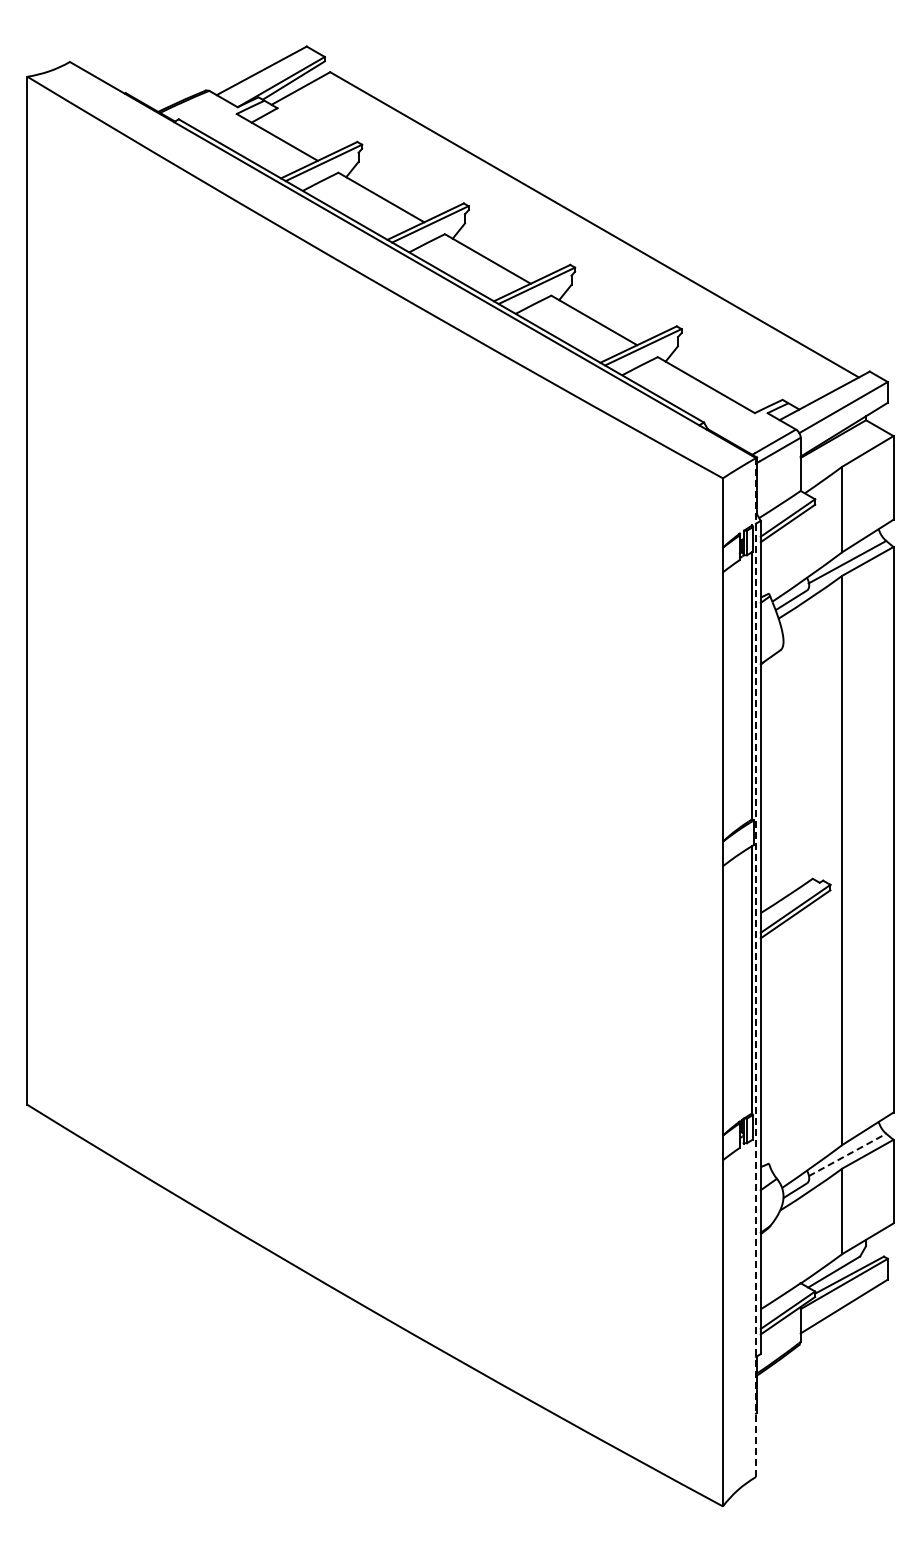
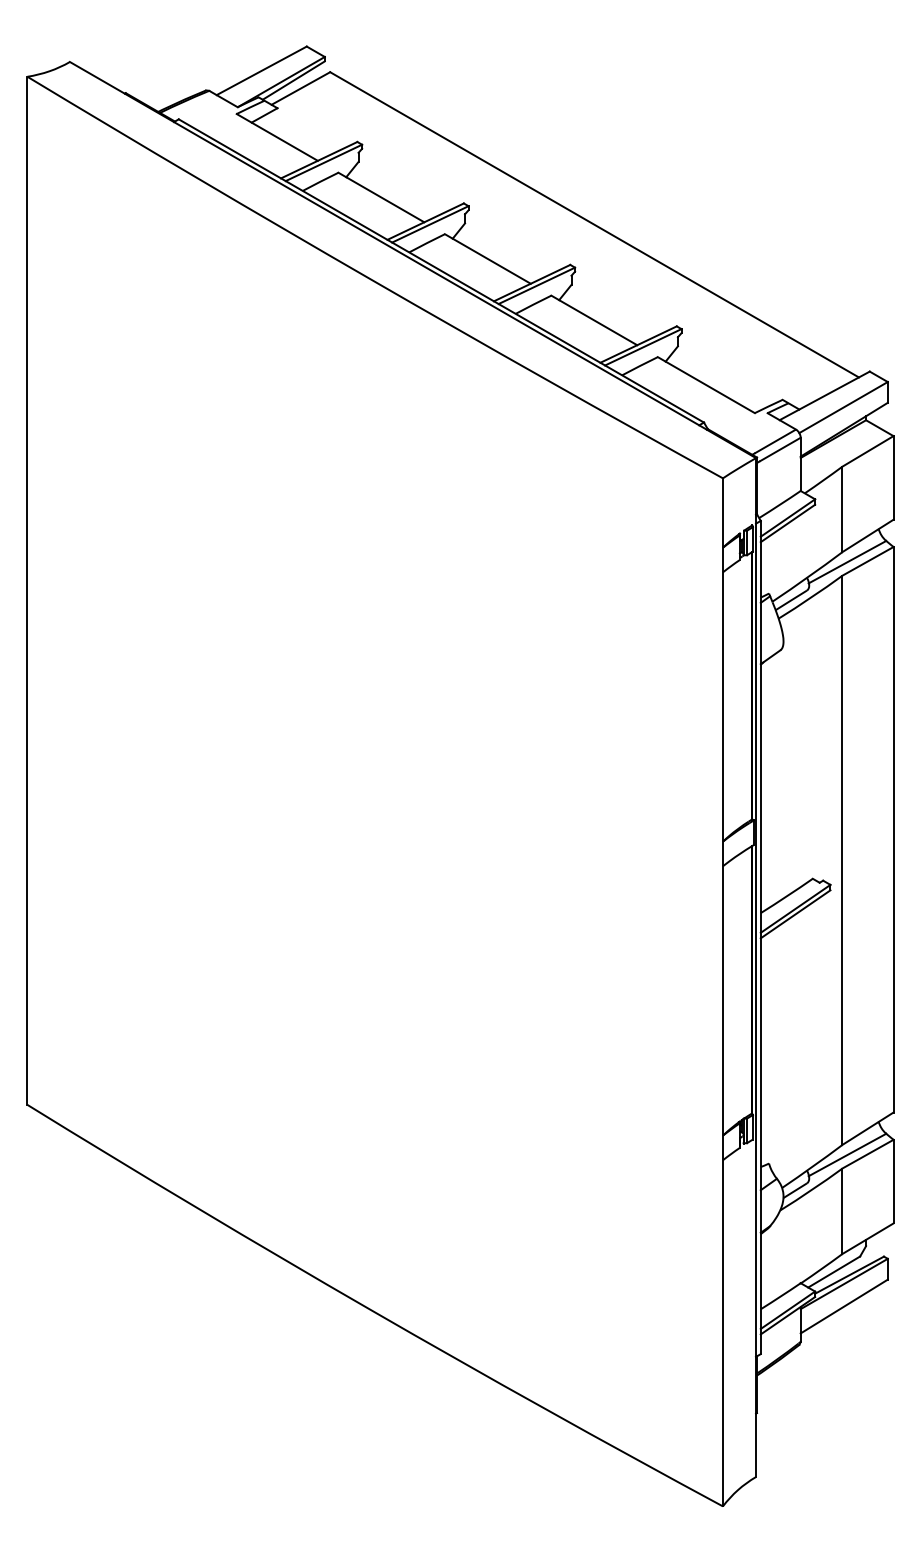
line at (756, 968): dashed -> solid
line at (847, 1154): dashed -> solid
